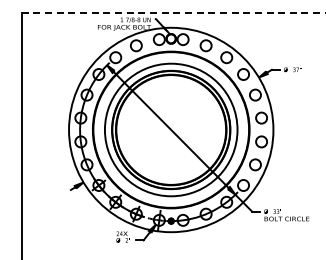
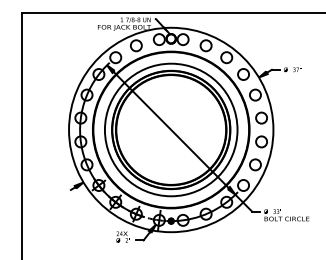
line at (173, 13): dashed -> solid
